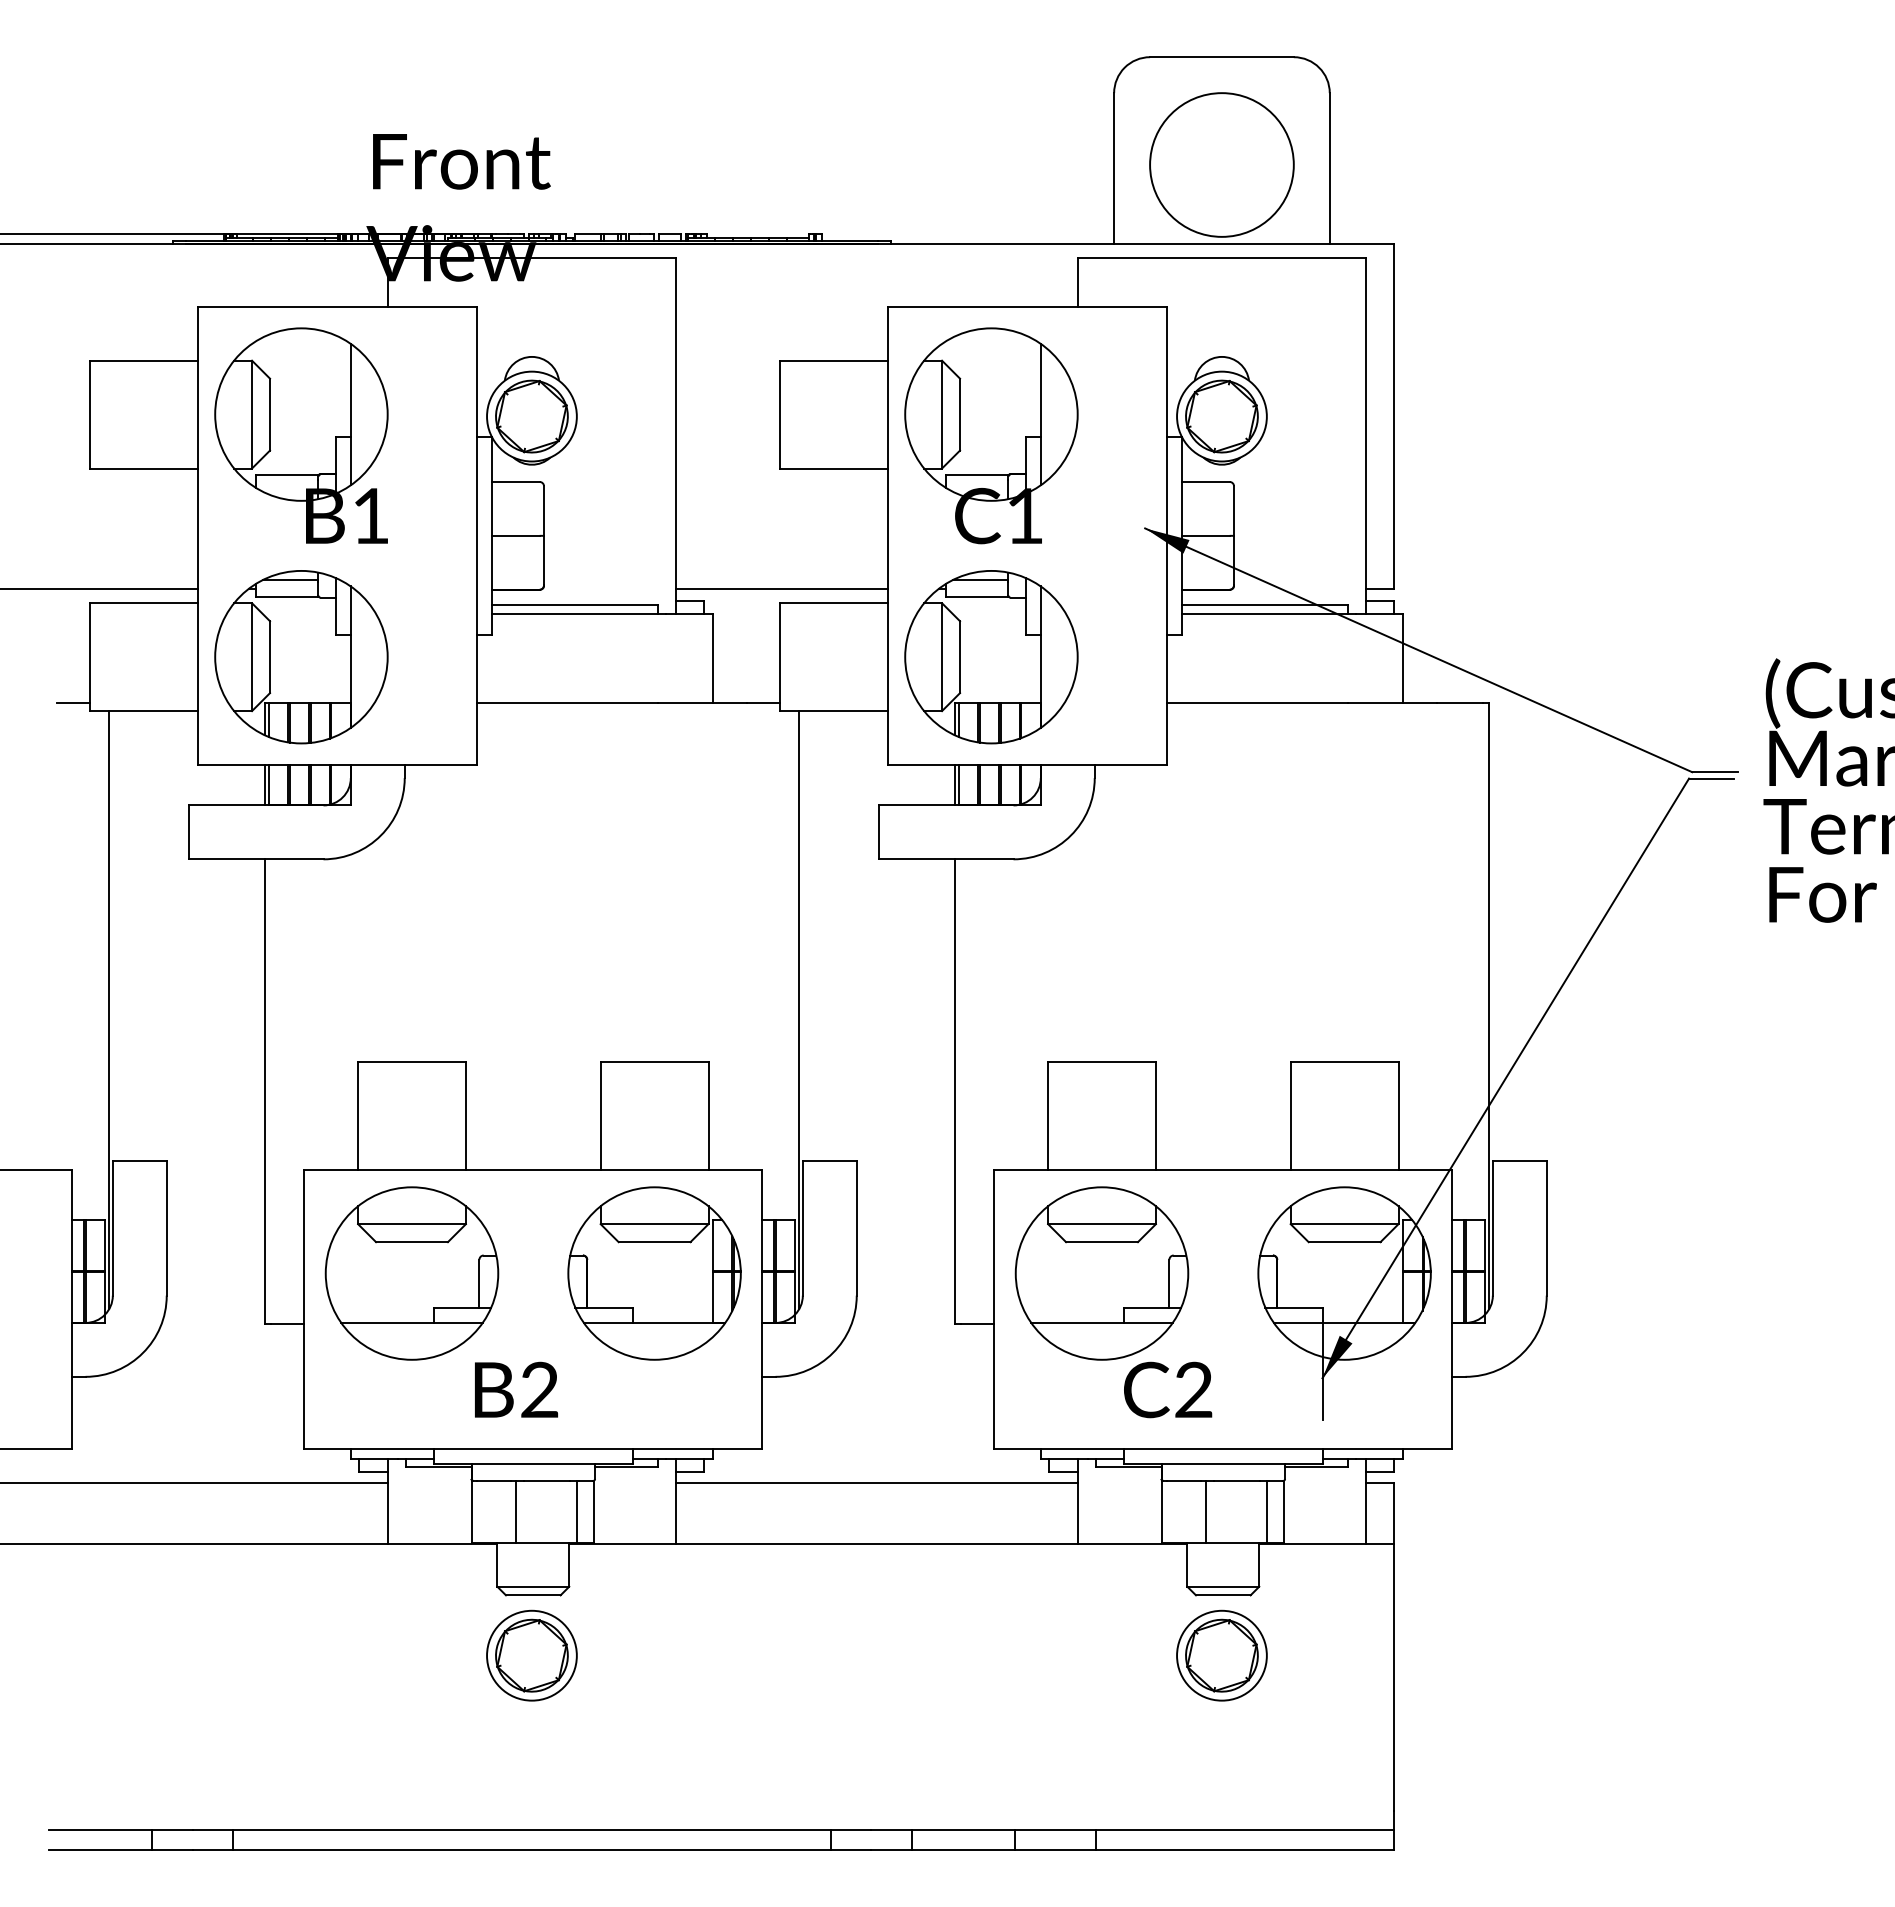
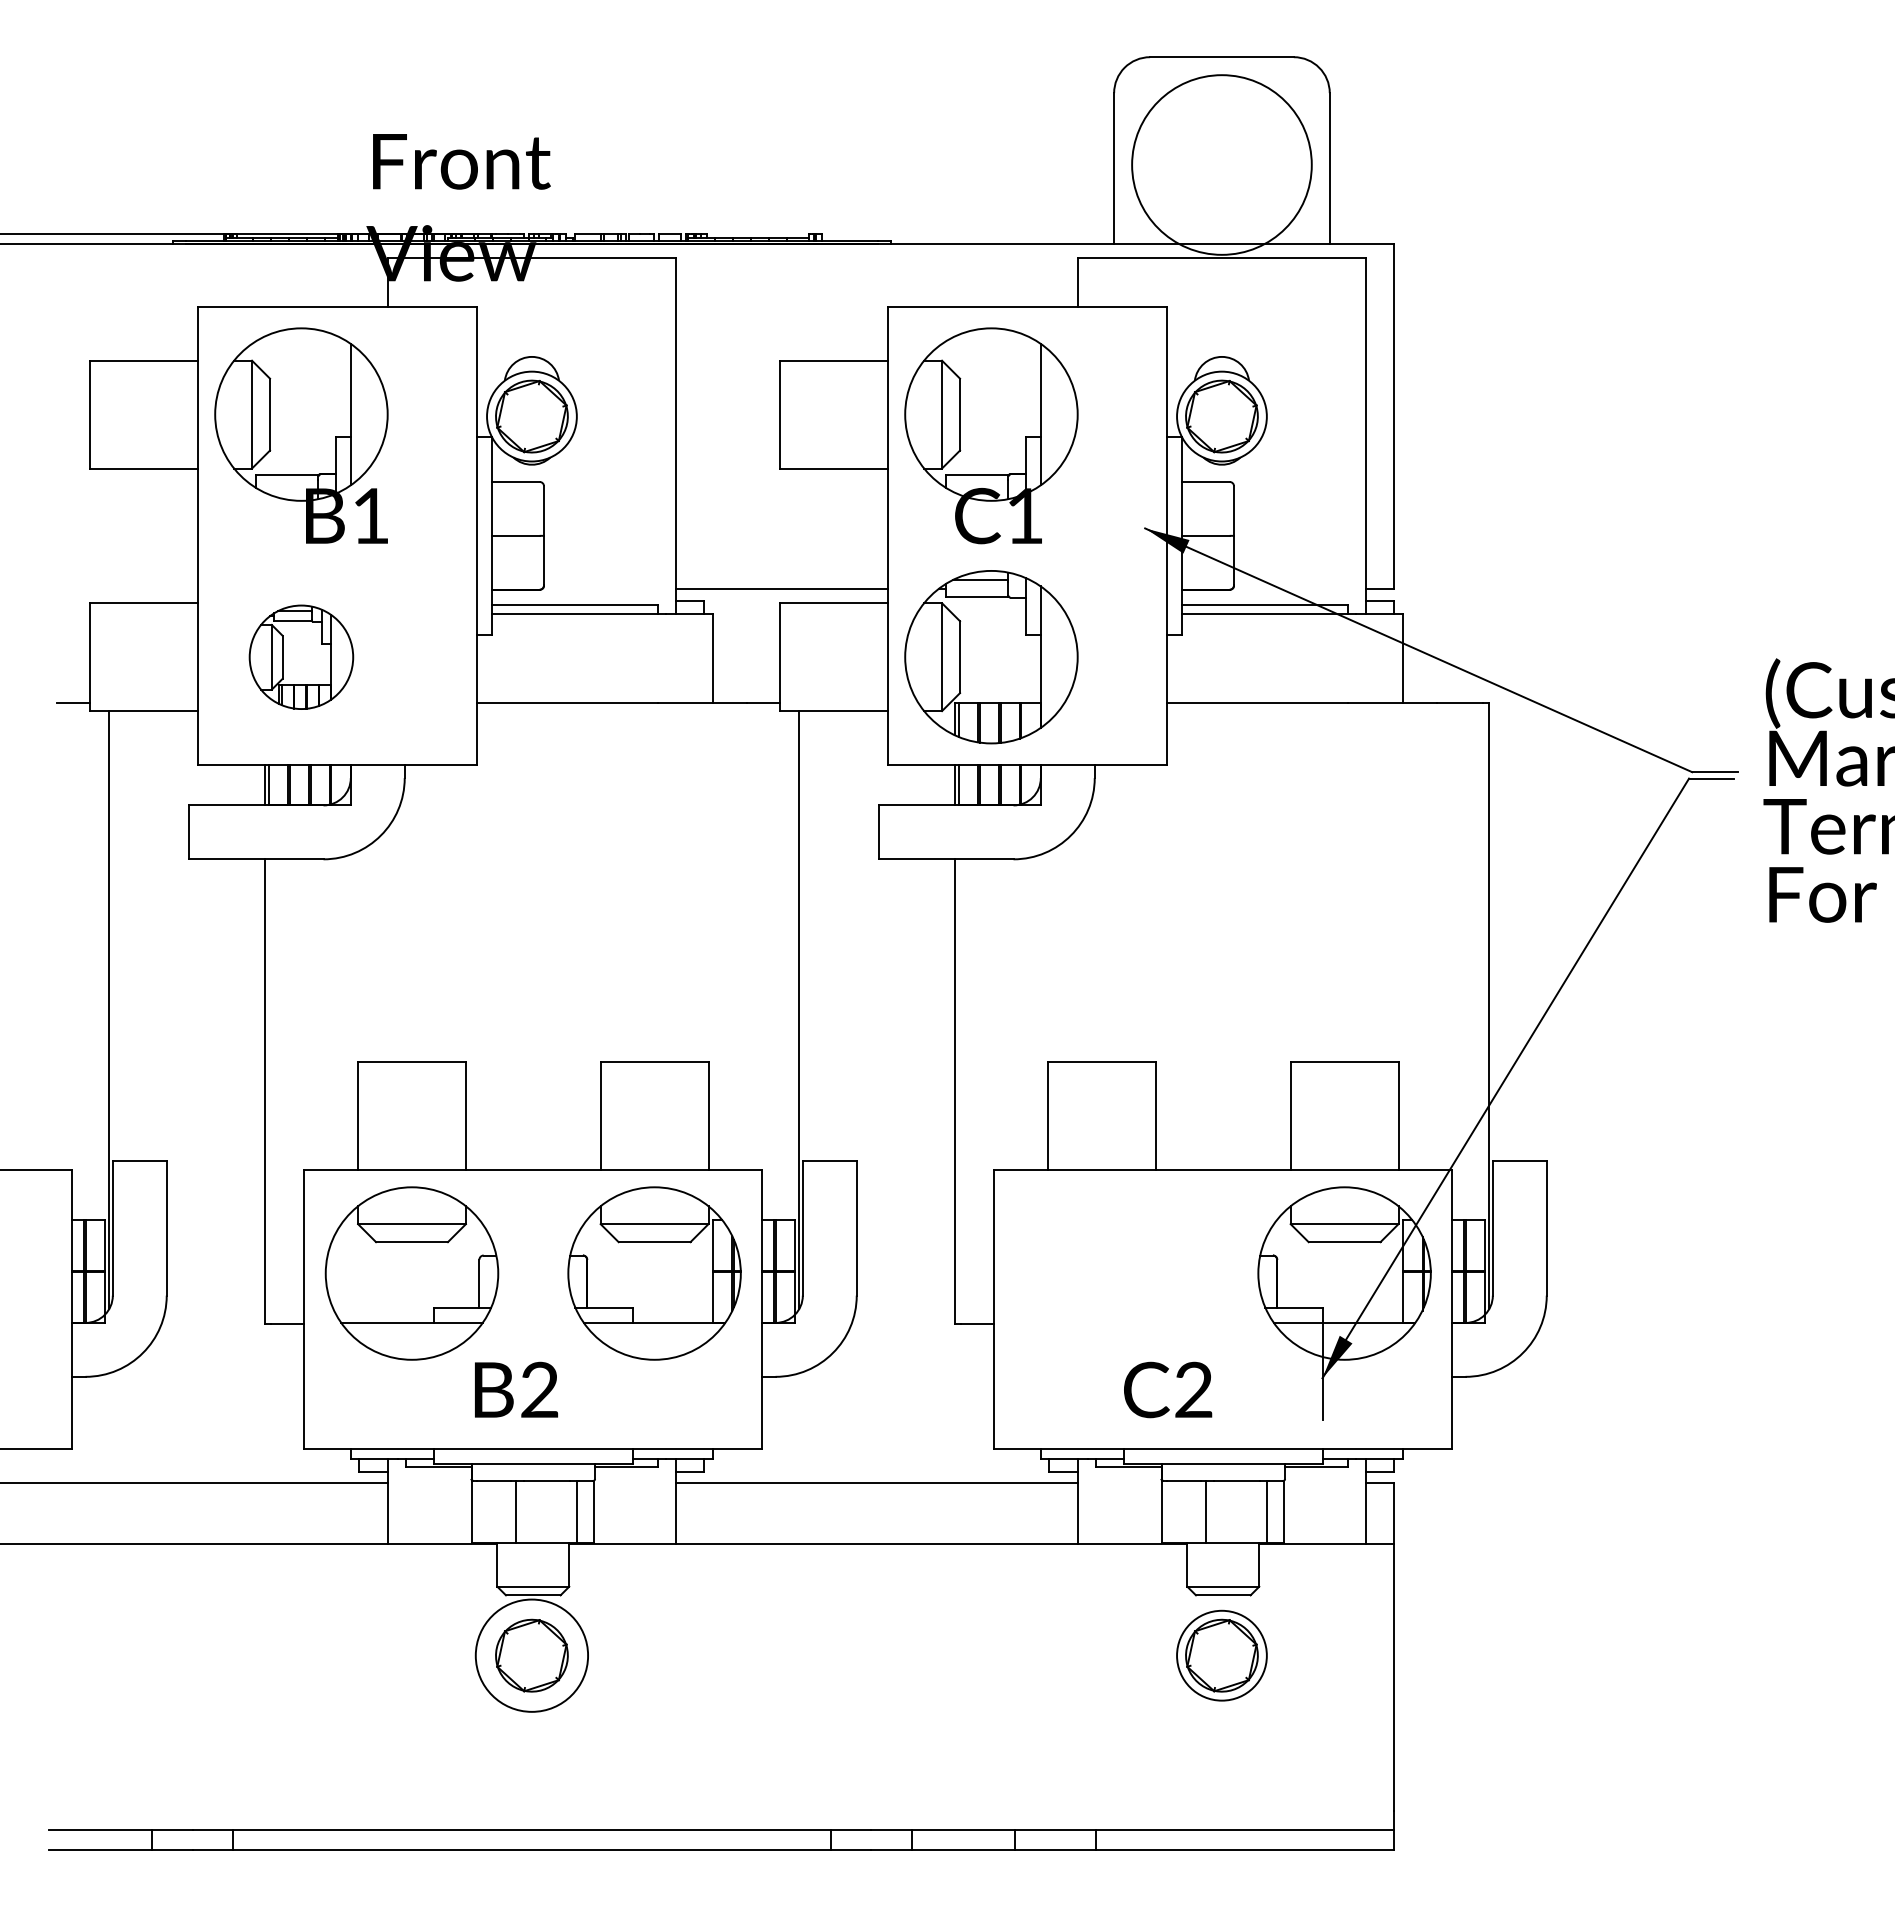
circle at (1221, 164) diameter: 144 px -> 180 px
line at (100, 589): present -> none
part at (301, 657) size: 175x175 px -> 107x106 px
part at (1101, 1273): present -> none
circle at (531, 1655) diameter: 90 px -> 112 px
